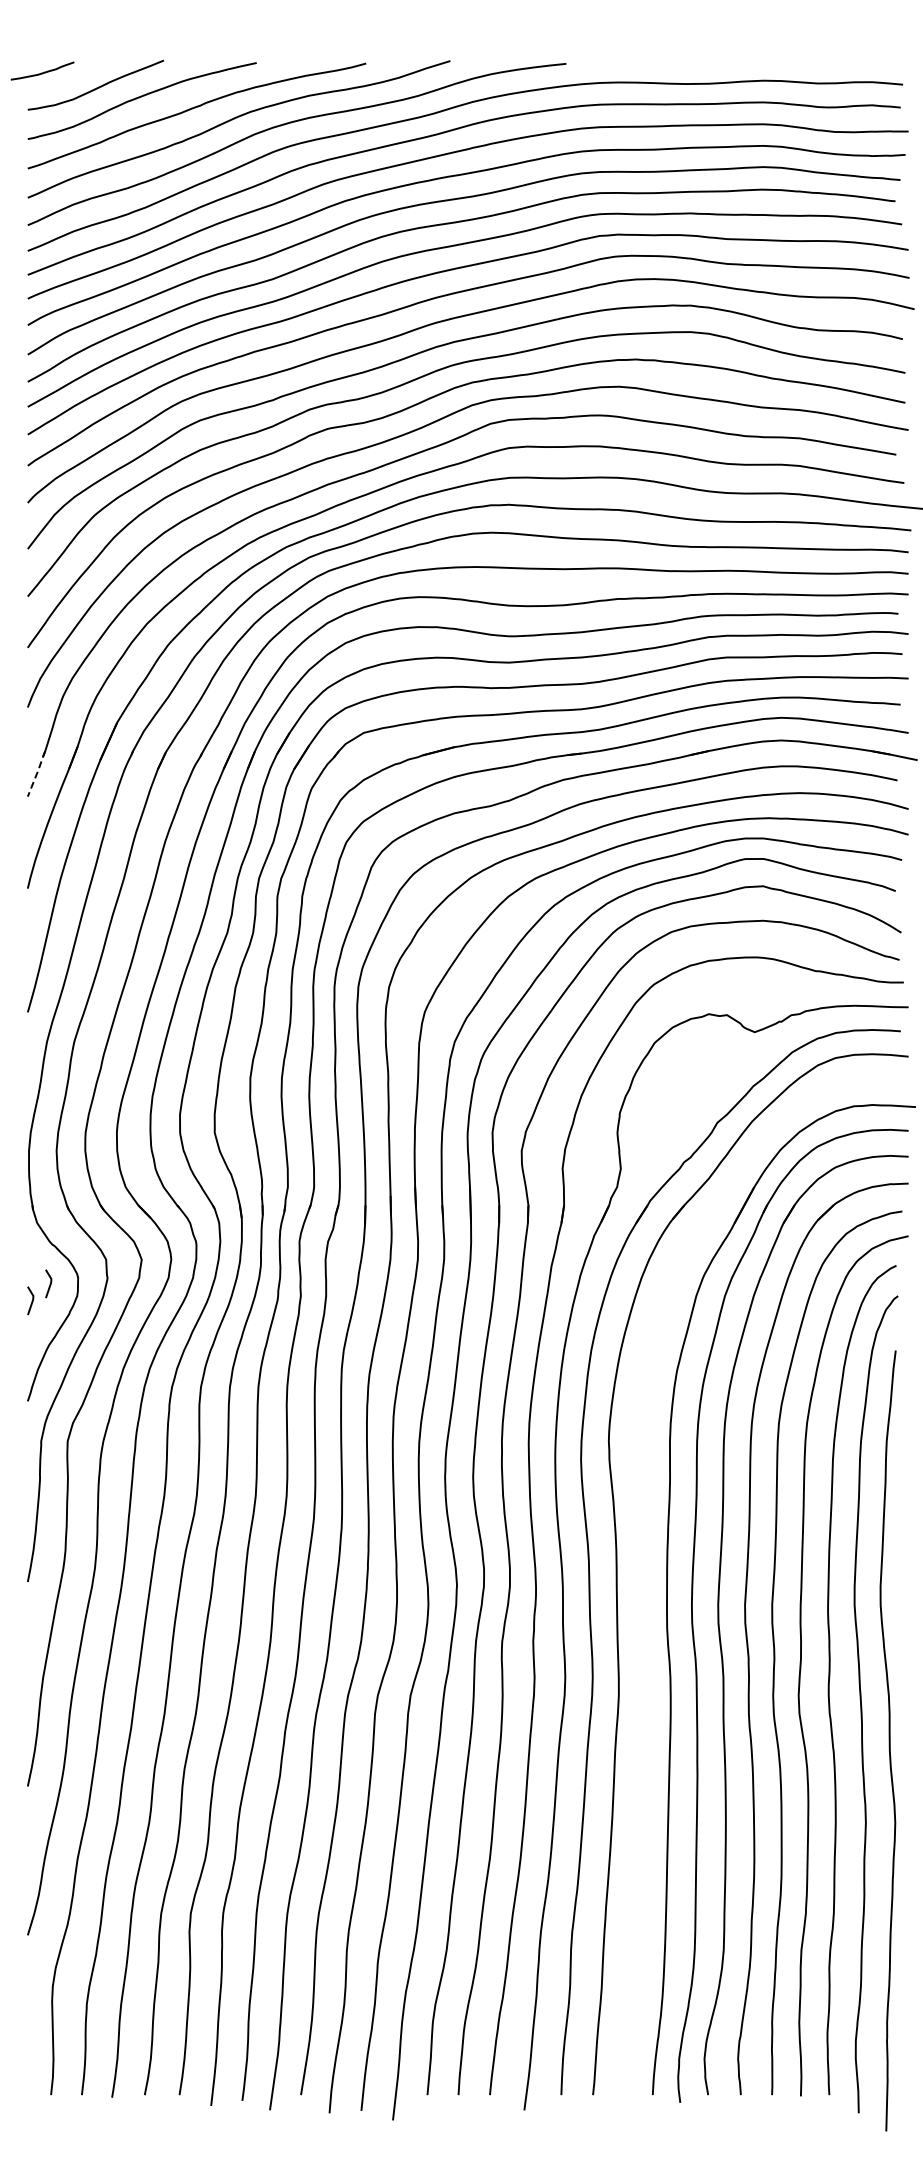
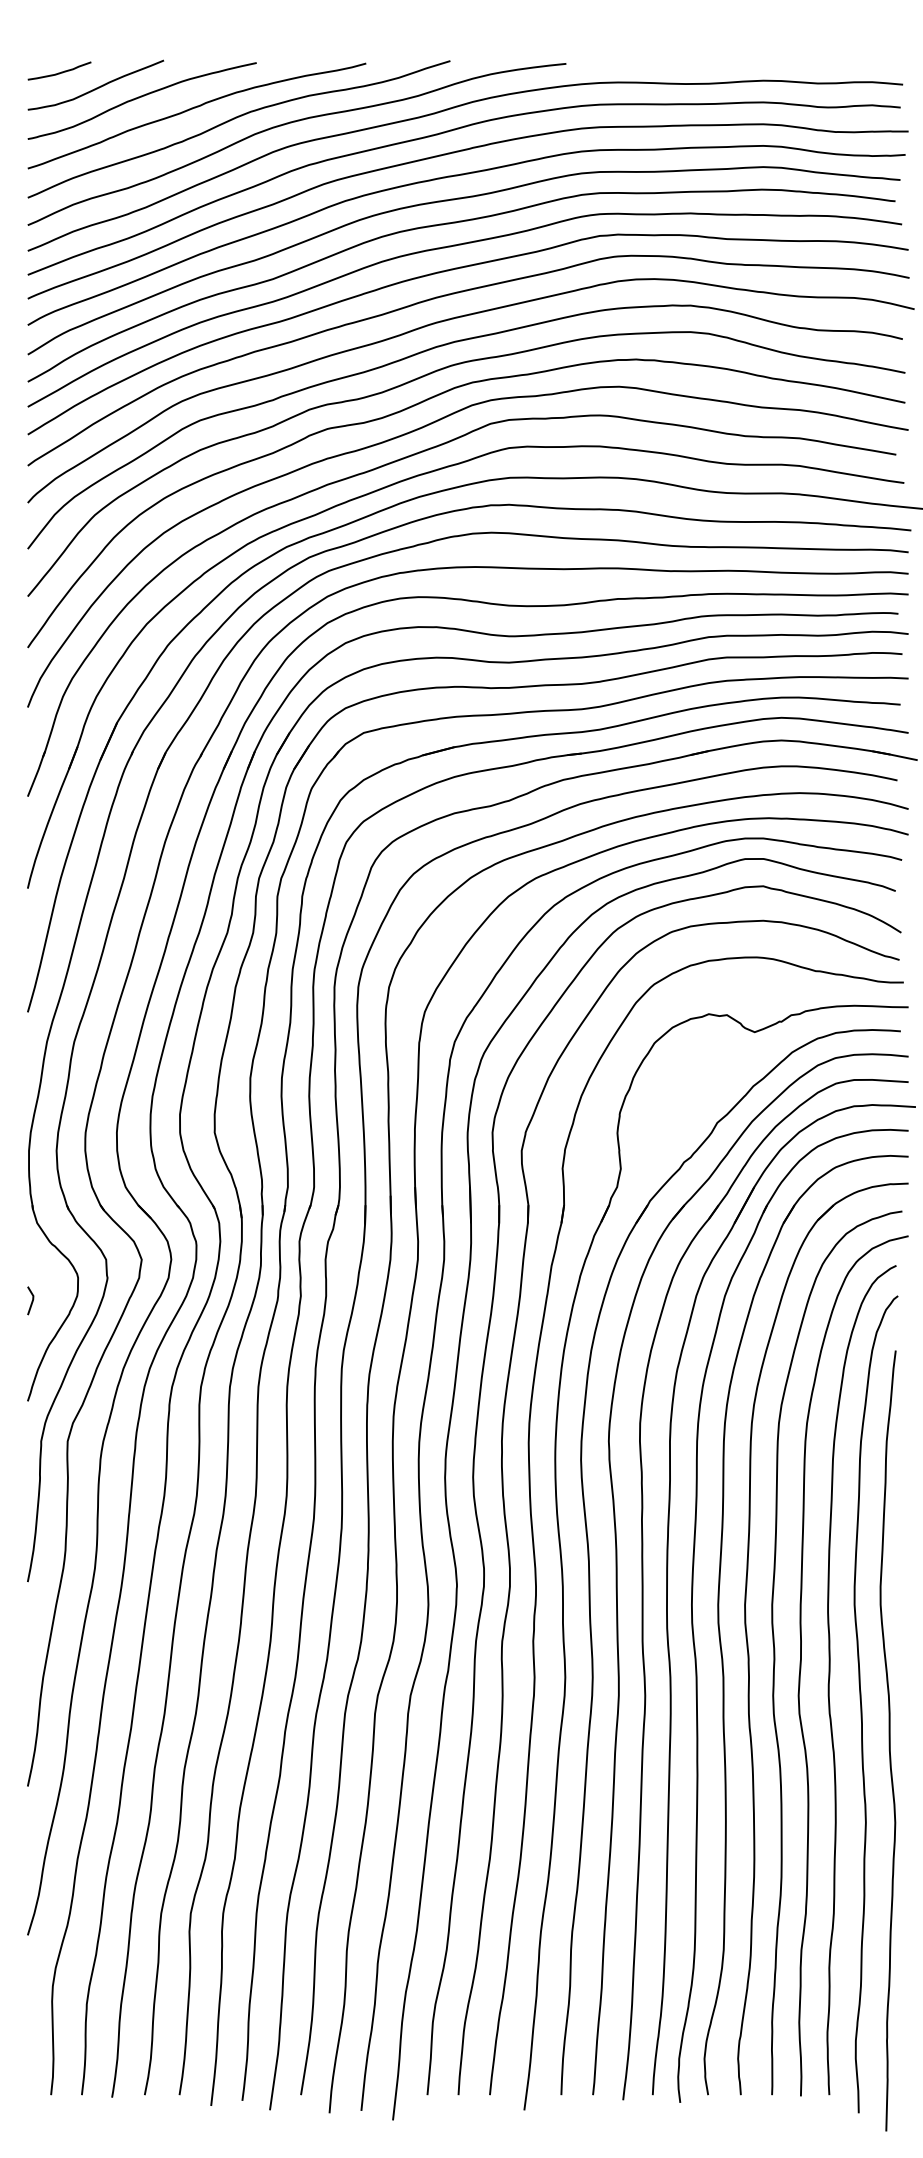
curve at (42, 72) position: (42, 72) -> (59, 72)
line at (37, 772): dashed -> solid
curve at (49, 1284): present -> none
part at (643, 1589): none -> present
